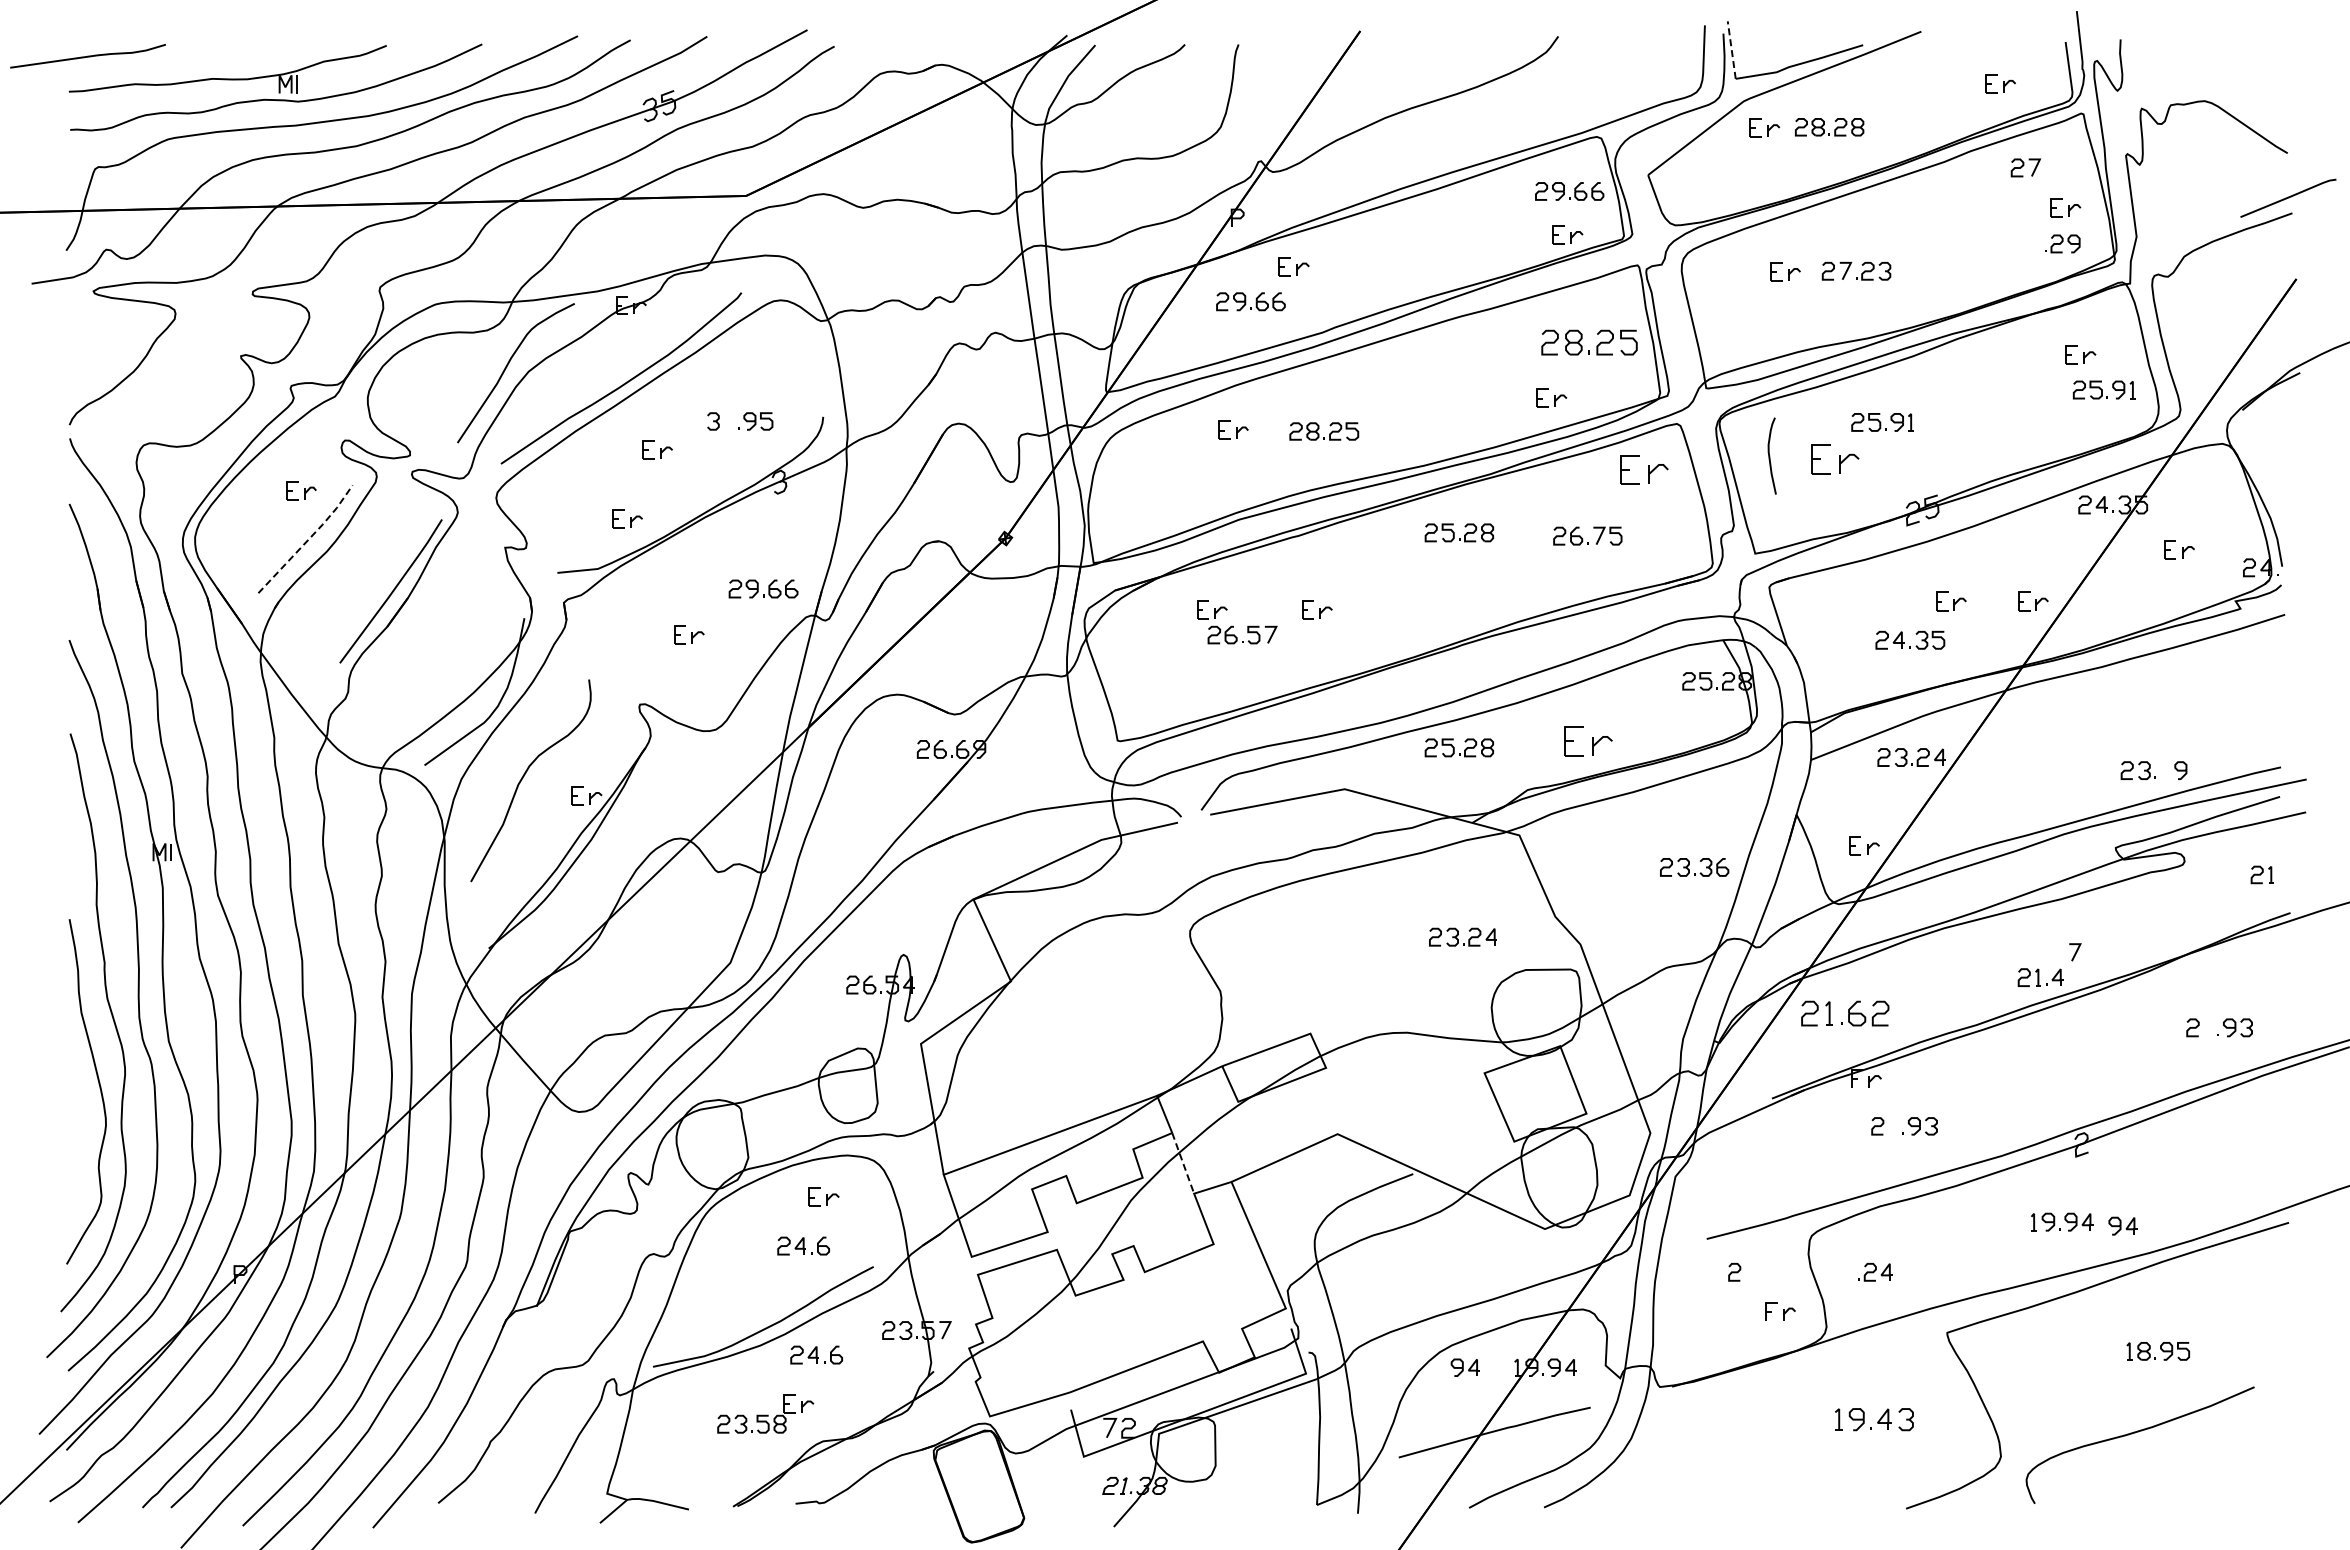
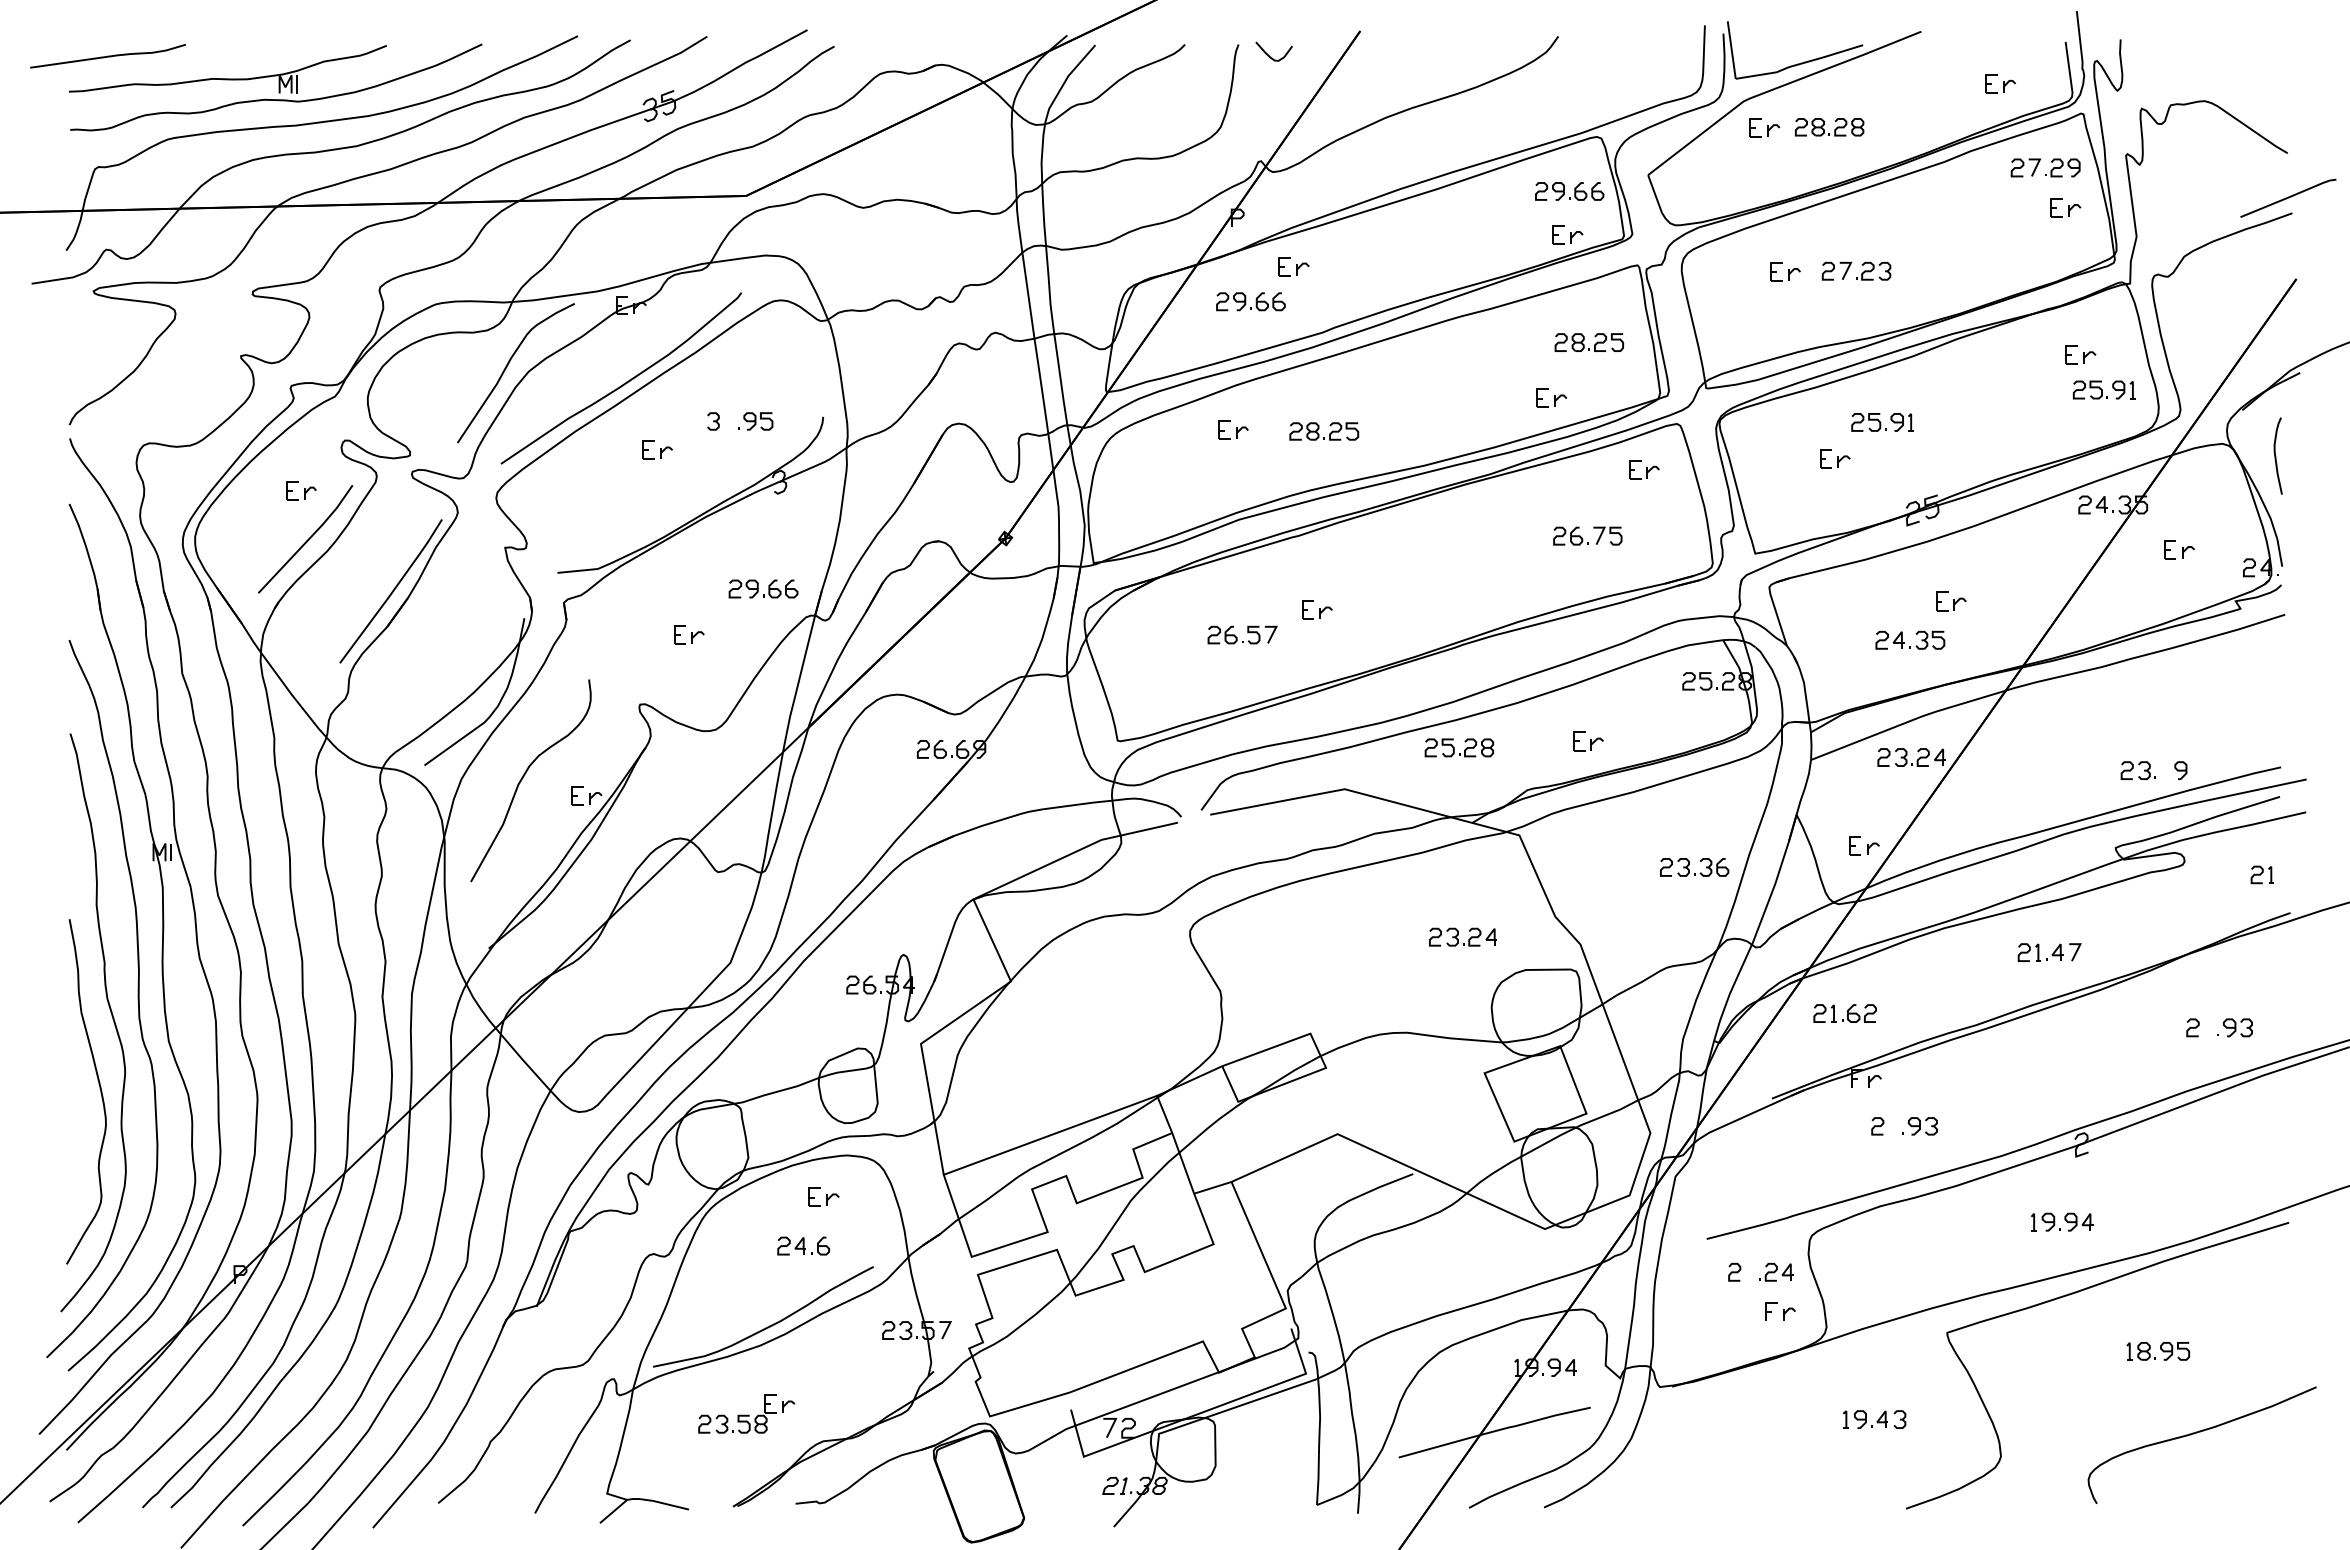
line at (1731, 49): dashed -> solid
curve at (1269, 55): none -> present
curve at (87, 56) position: (87, 56) -> (107, 56)
part at (2062, 243) position: (2062, 243) -> (2062, 167)
part at (1589, 342) size: 97x27 px -> 70x19 px
curve at (1770, 455) position: (1770, 455) -> (2276, 455)
part at (1835, 459) size: 49x31 px -> 31x20 px
part at (1644, 469) size: 49x30 px -> 31x20 px
part at (627, 518): present -> none
part at (1458, 532): present -> none
line at (308, 539): dashed -> solid
part at (2033, 601): present -> none
part at (1212, 609): present -> none
part at (1588, 741) size: 49x31 px -> 31x21 px
part at (2040, 977) position: (2040, 977) -> (2040, 952)
part at (1845, 1013) size: 89x27 px -> 64x19 px
line at (1182, 1162): dashed -> solid
part at (2122, 1225): present -> none
part at (1875, 1272) position: (1875, 1272) -> (1776, 1272)
part at (816, 1354): present -> none
part at (1464, 1367): present -> none
part at (765, 1413) position: (765, 1413) -> (746, 1413)
part at (1874, 1419) size: 79x24 px -> 64x19 px
curve at (2135, 1433) position: (2135, 1433) -> (2197, 1433)
